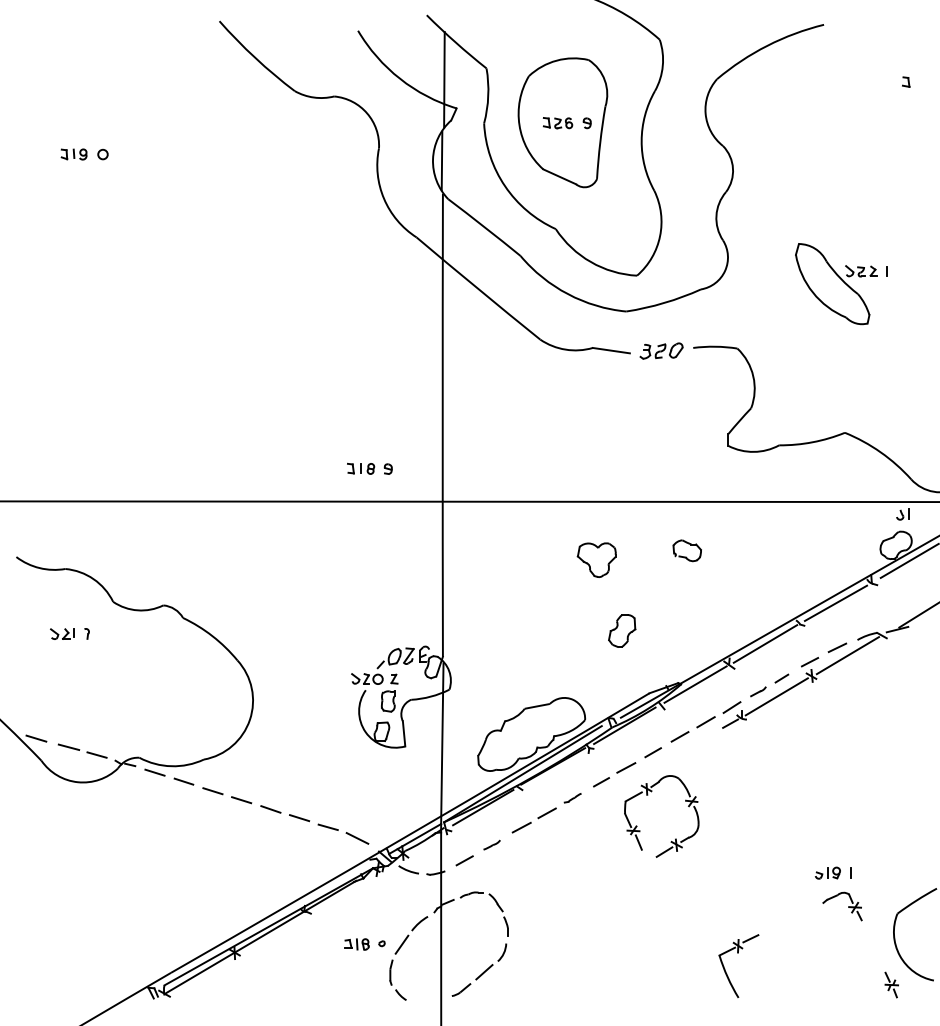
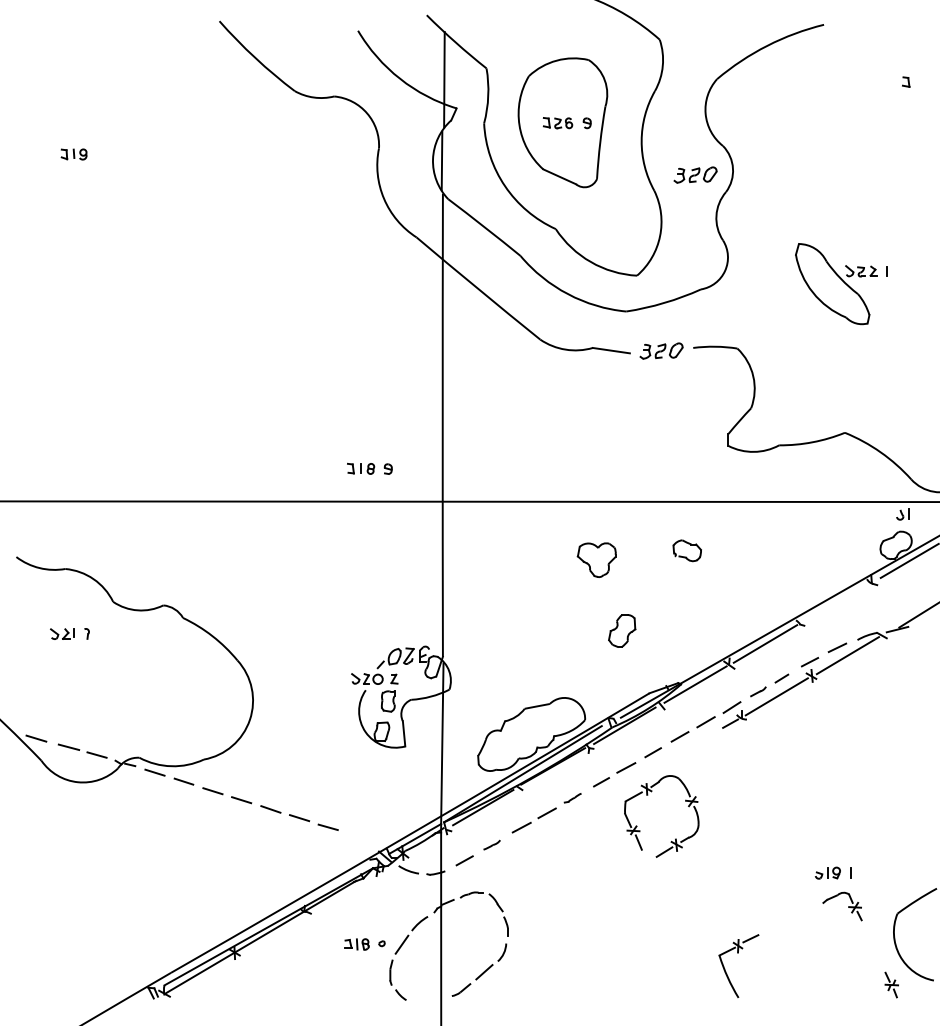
circle at (102, 154): present -> none
part at (695, 174): none -> present
line at (835, 602): present -> none
line at (357, 838): present -> none
